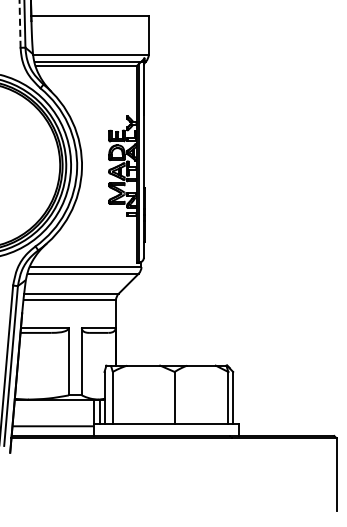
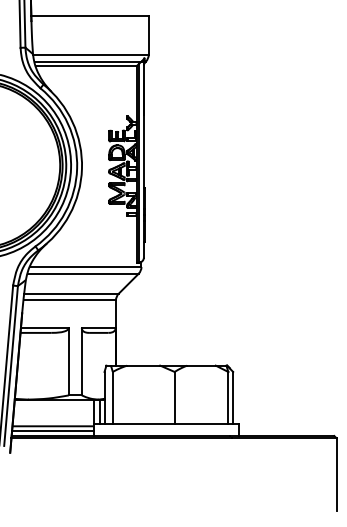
line at (20, 23): dashed -> solid
line at (52, 431): none -> present
